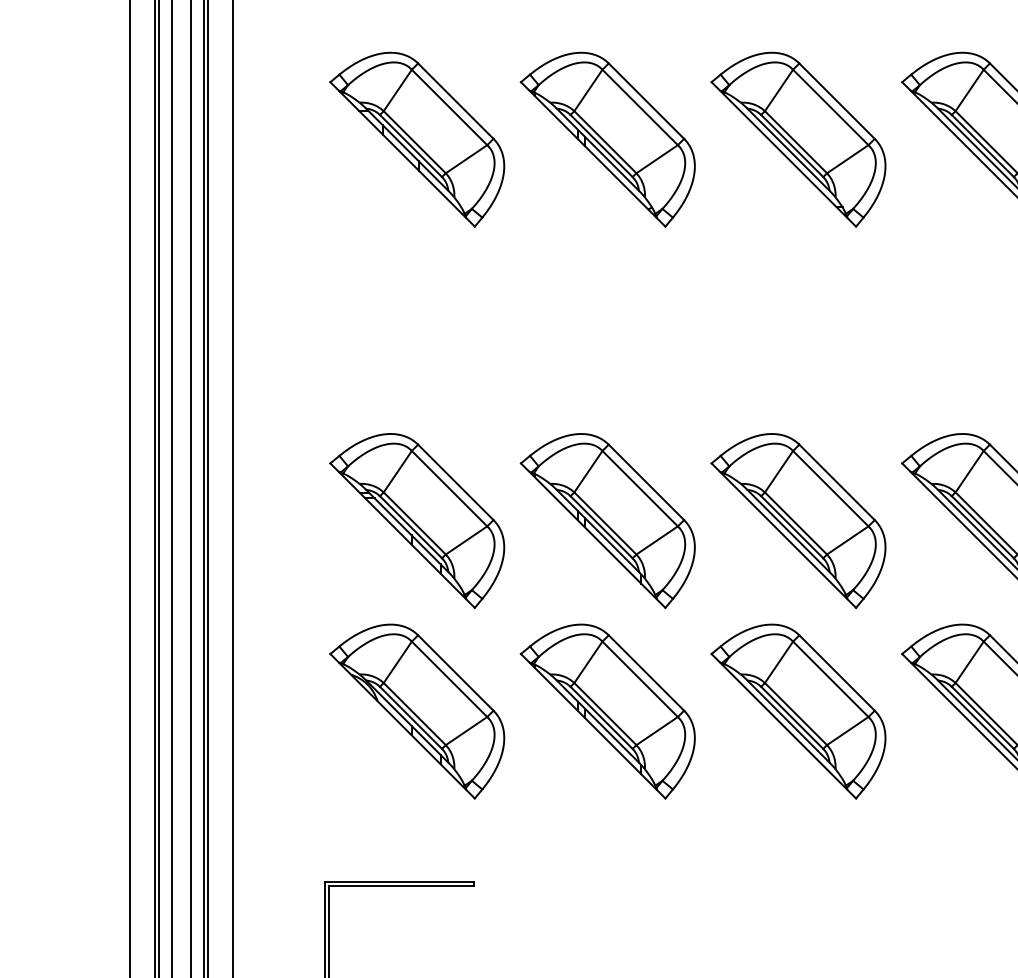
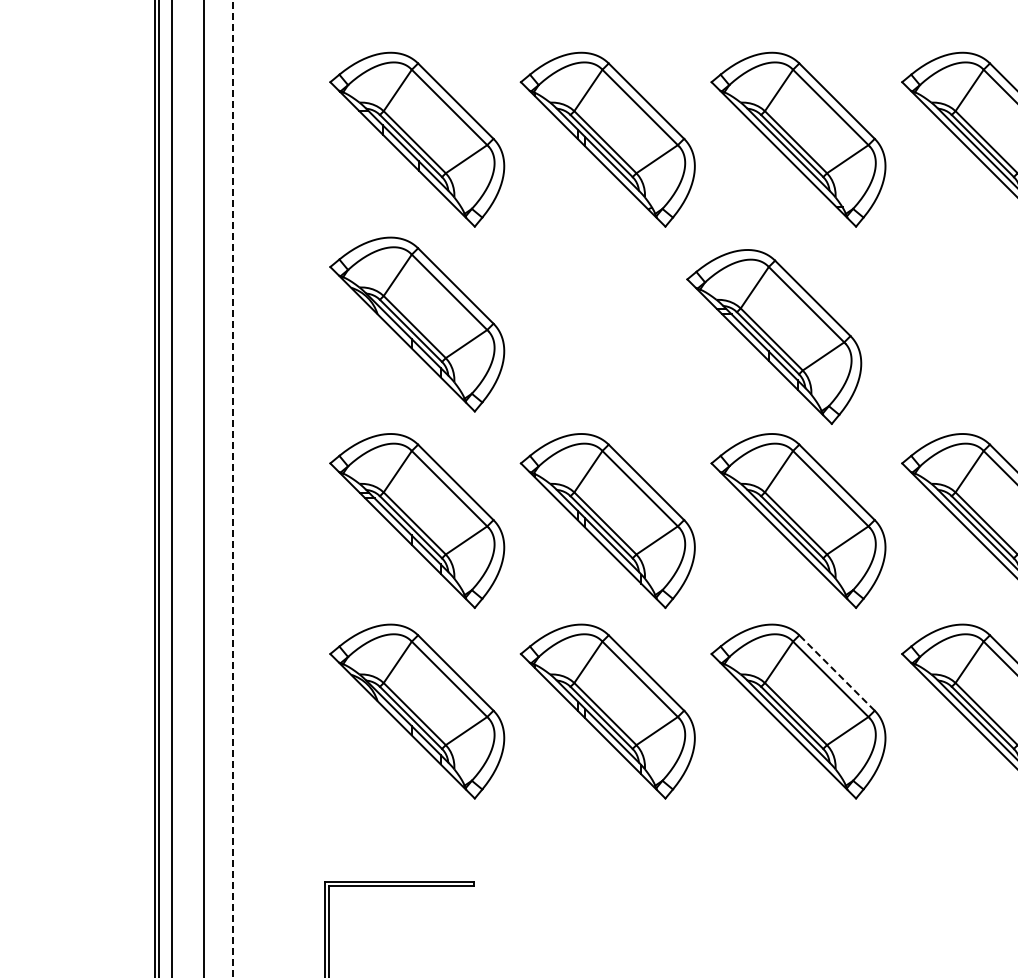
part at (417, 324): none -> present
part at (774, 336): none -> present
line at (130, 488): present -> none
line at (191, 488): present -> none
line at (207, 488): present -> none
line at (232, 489): solid -> dashed
line at (836, 672): solid -> dashed
